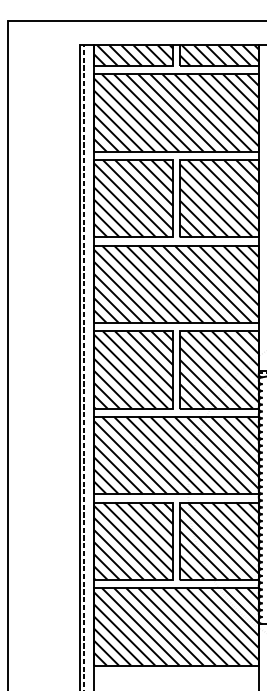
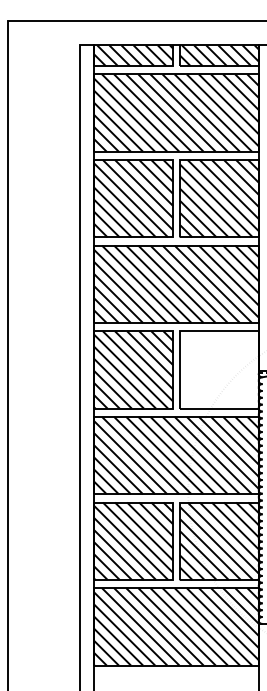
line at (84, 366): present -> none
hatch at (218, 369): present -> none
